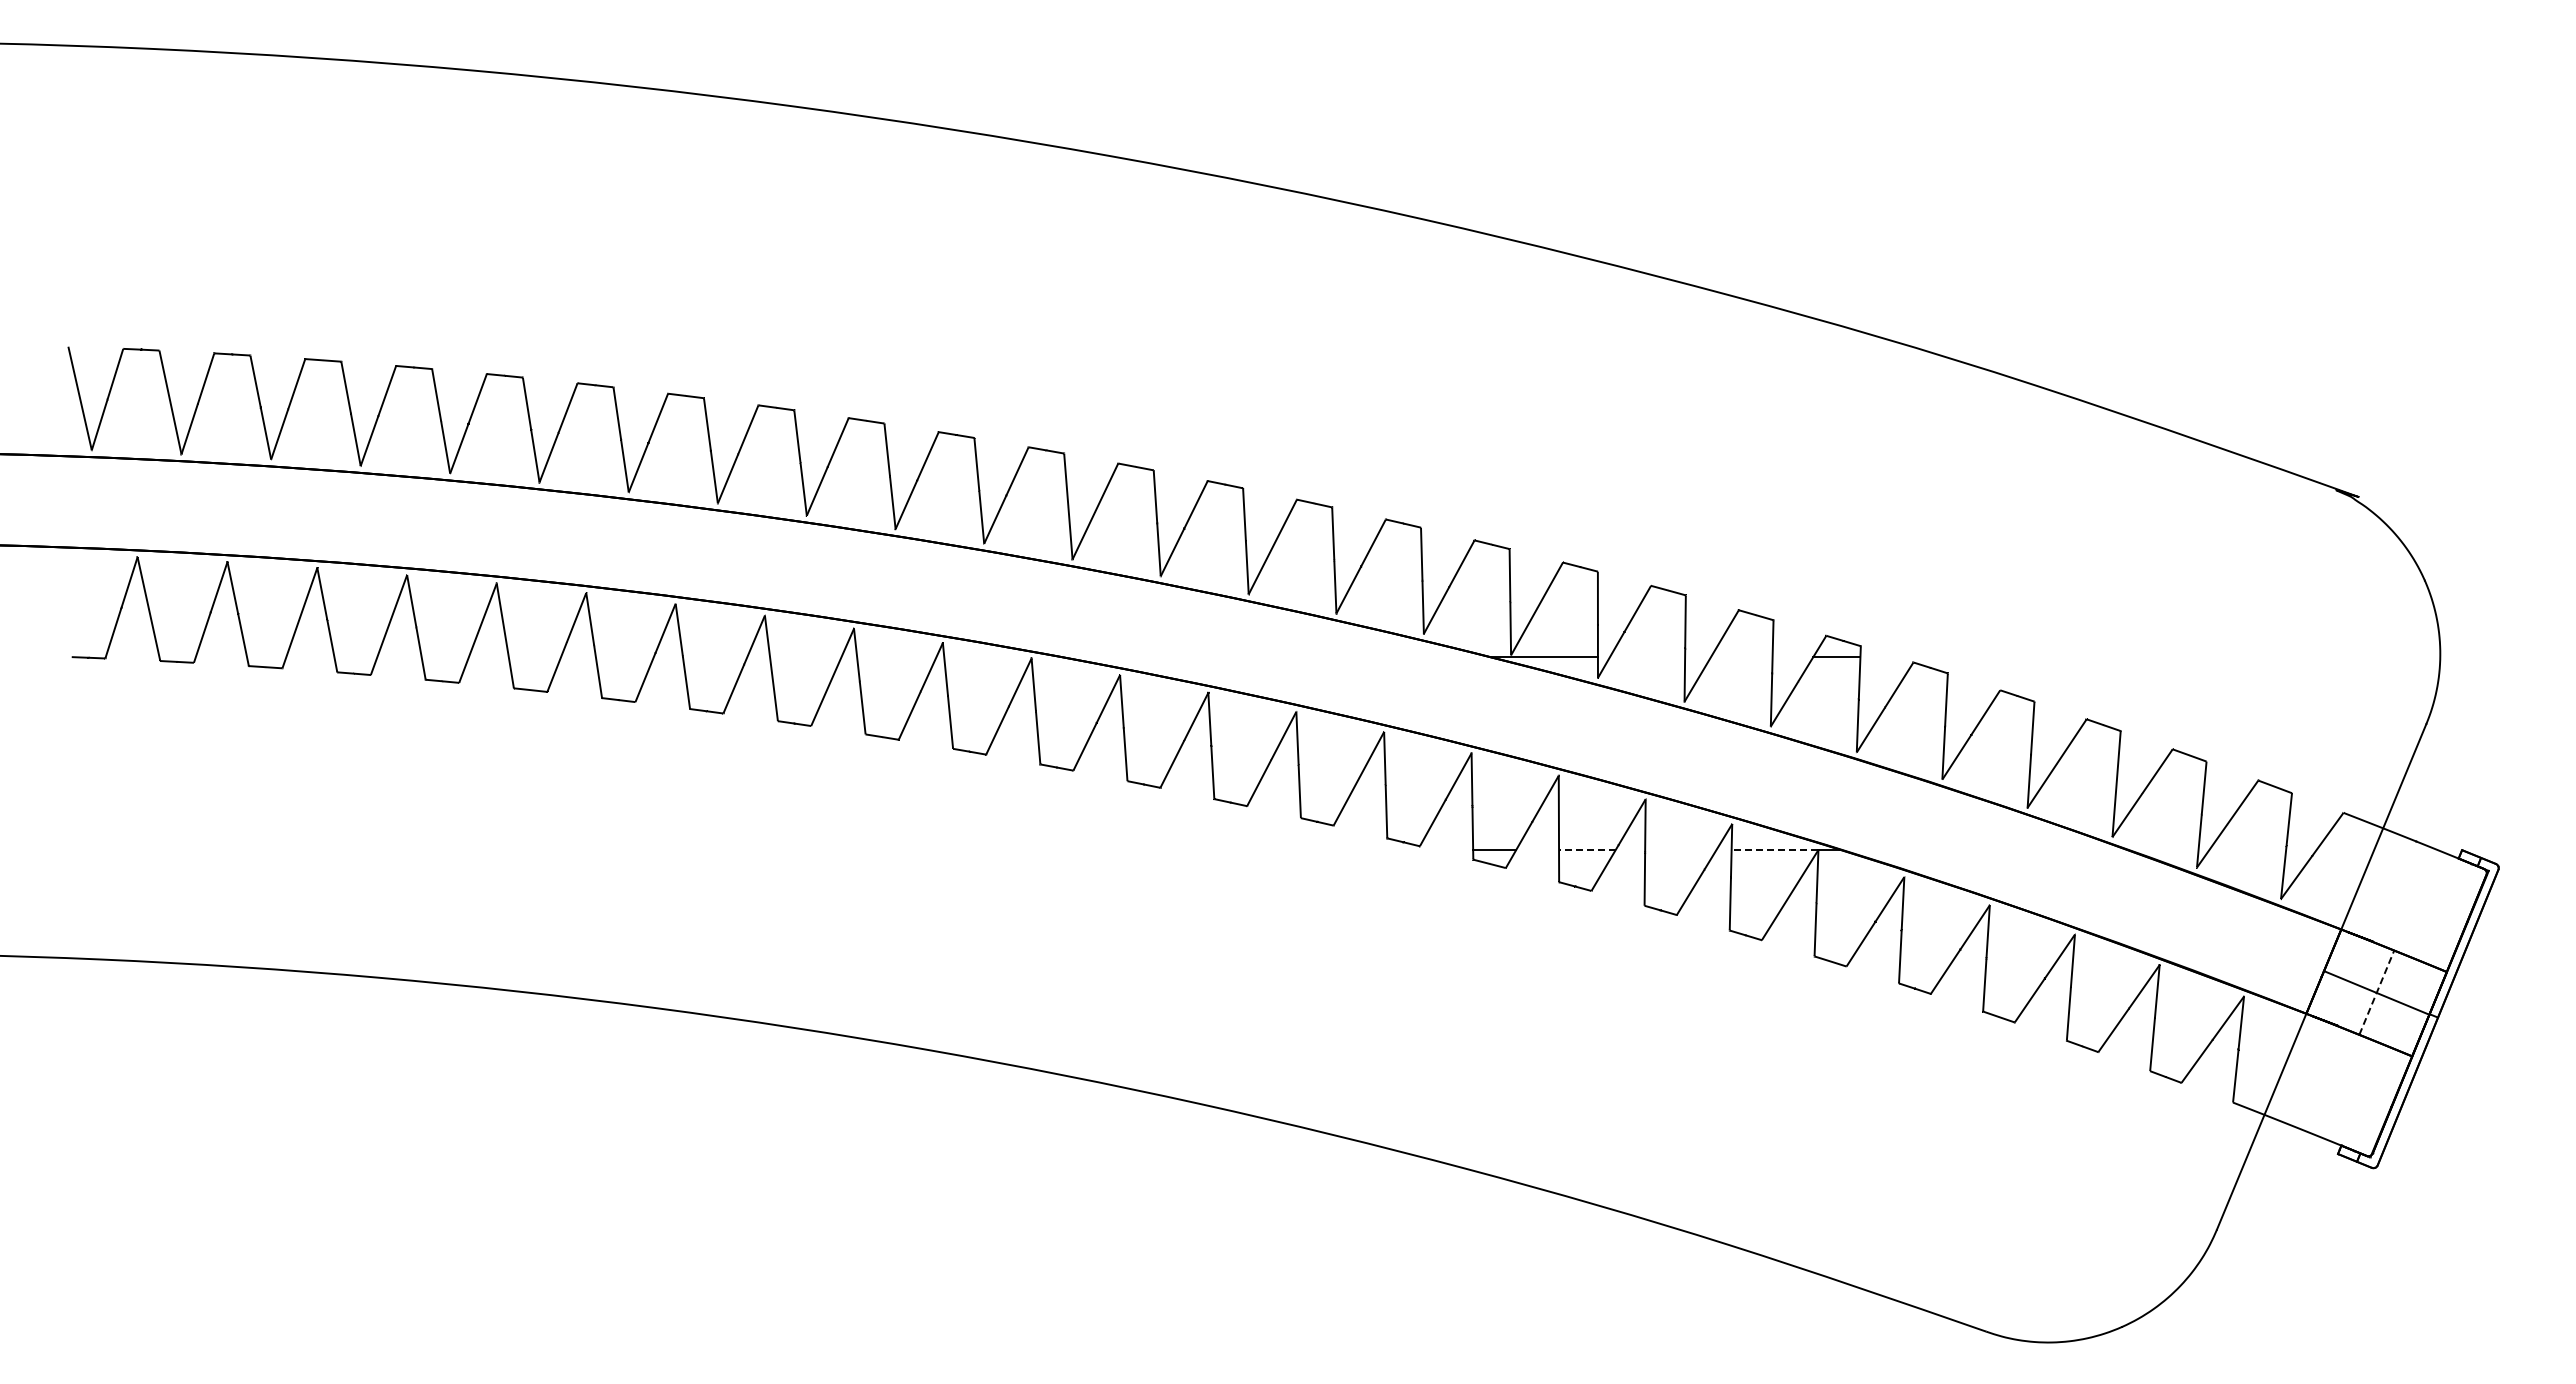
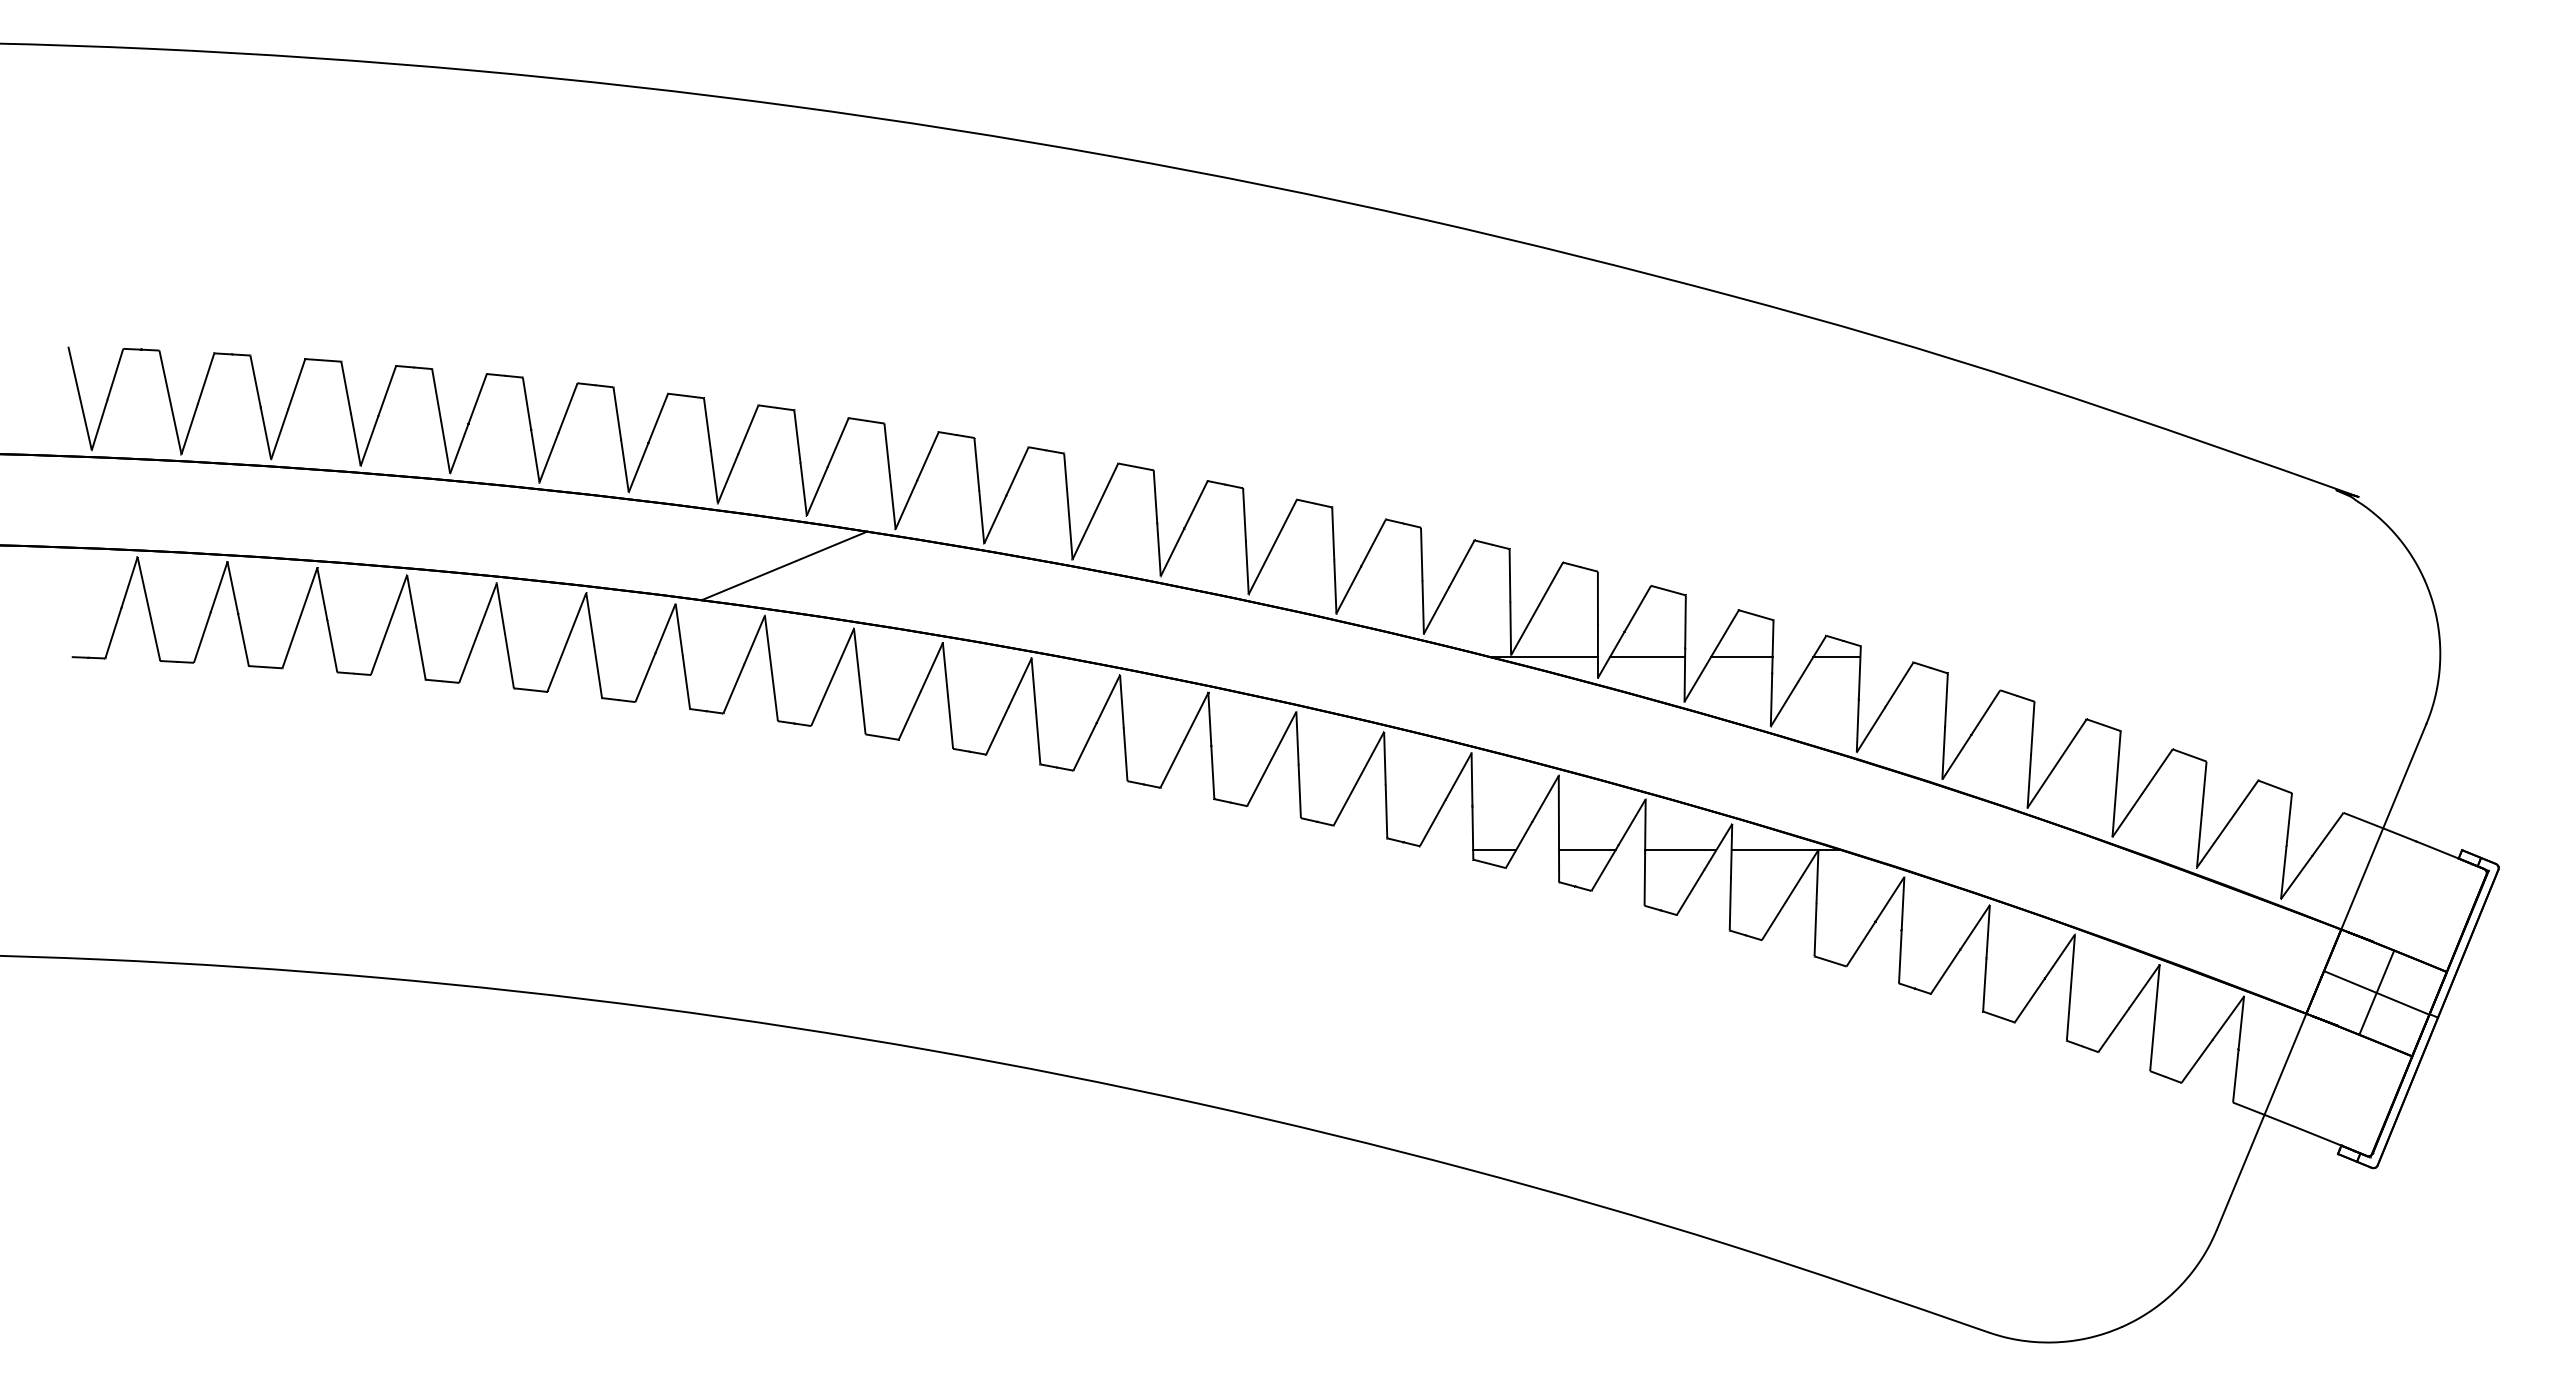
line at (784, 565): none -> present
line at (1647, 657): none -> present
line at (1741, 657): none -> present
line at (1586, 850): dashed -> solid
line at (1680, 850): none -> present
line at (1774, 850): dashed -> solid
line at (2376, 992): dashed -> solid
